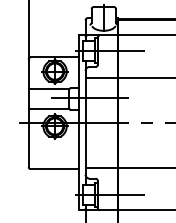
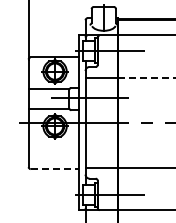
line at (147, 78): solid -> dashed
line at (55, 169): solid -> dashed
